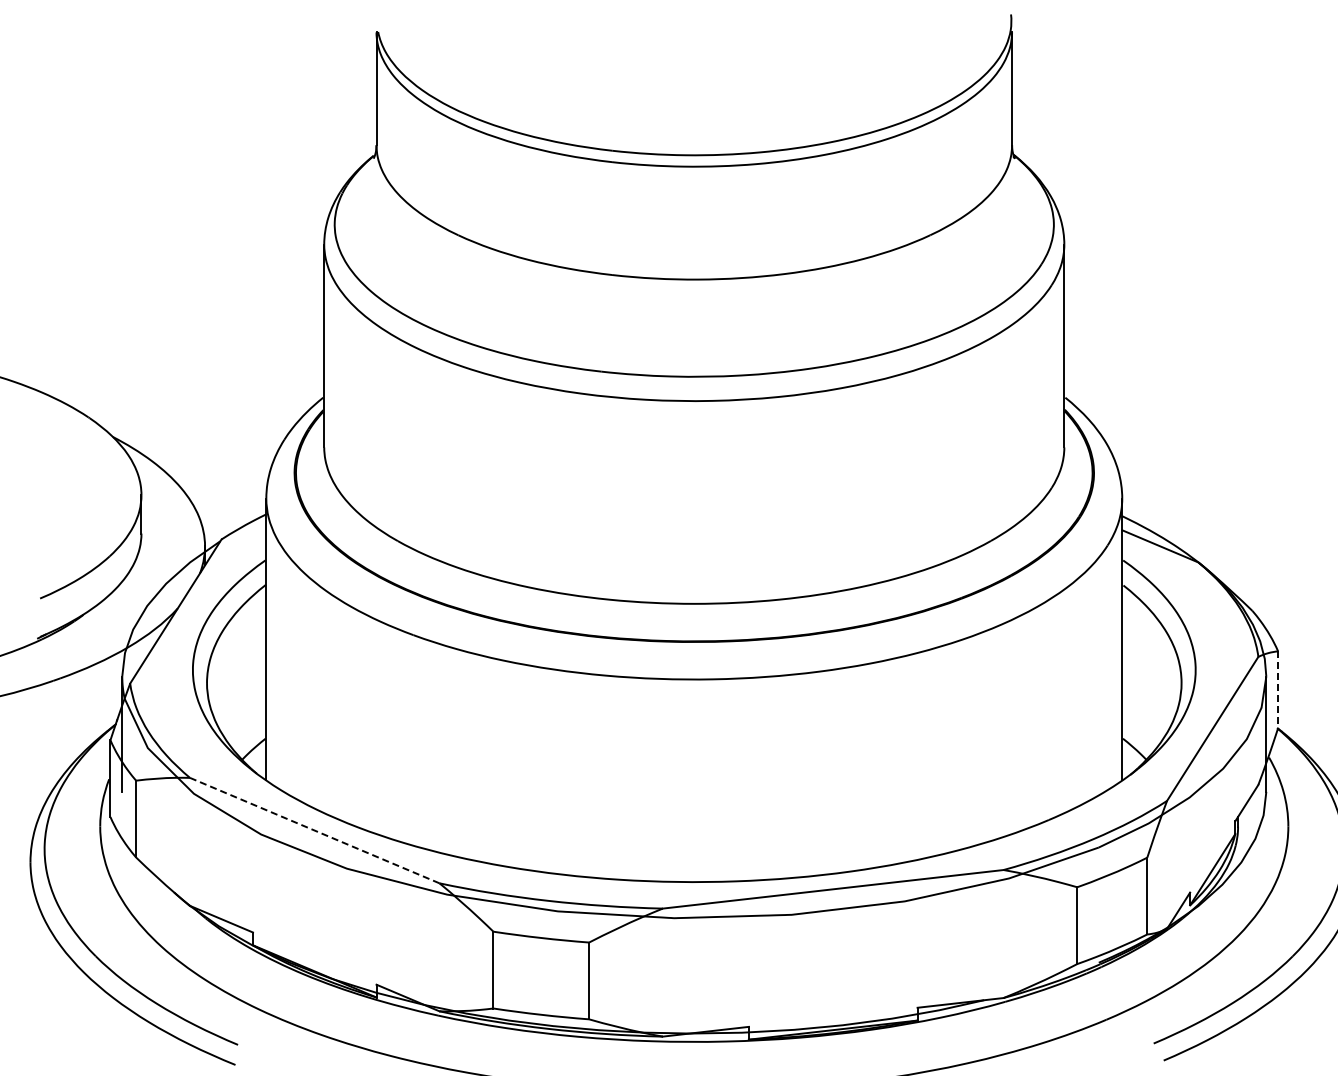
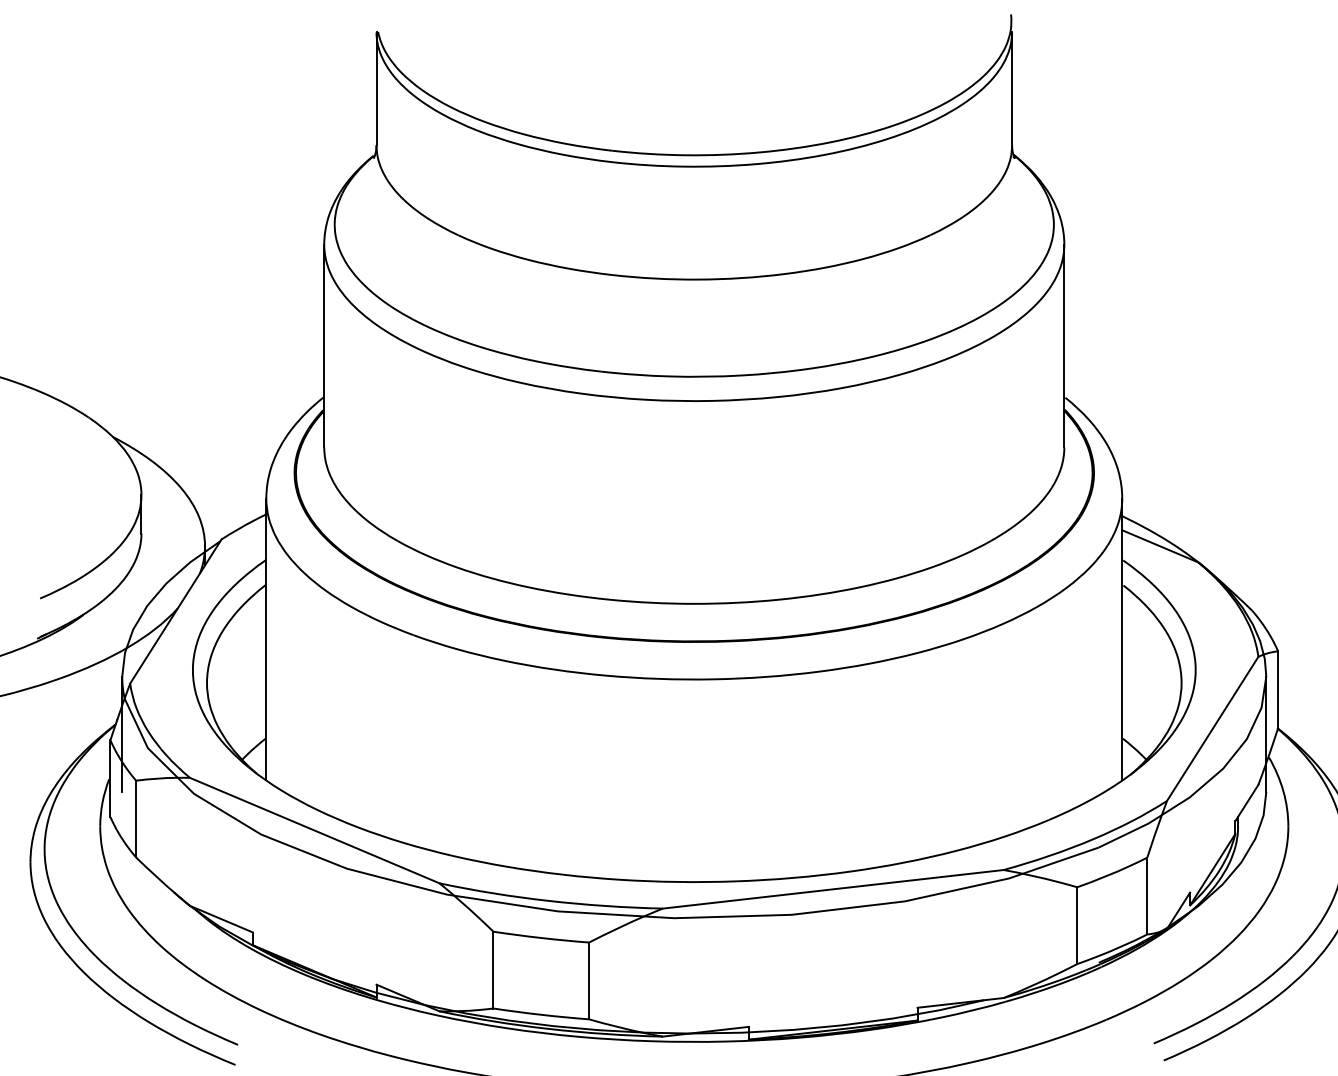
line at (1278, 690): dashed -> solid
line at (314, 830): dashed -> solid
